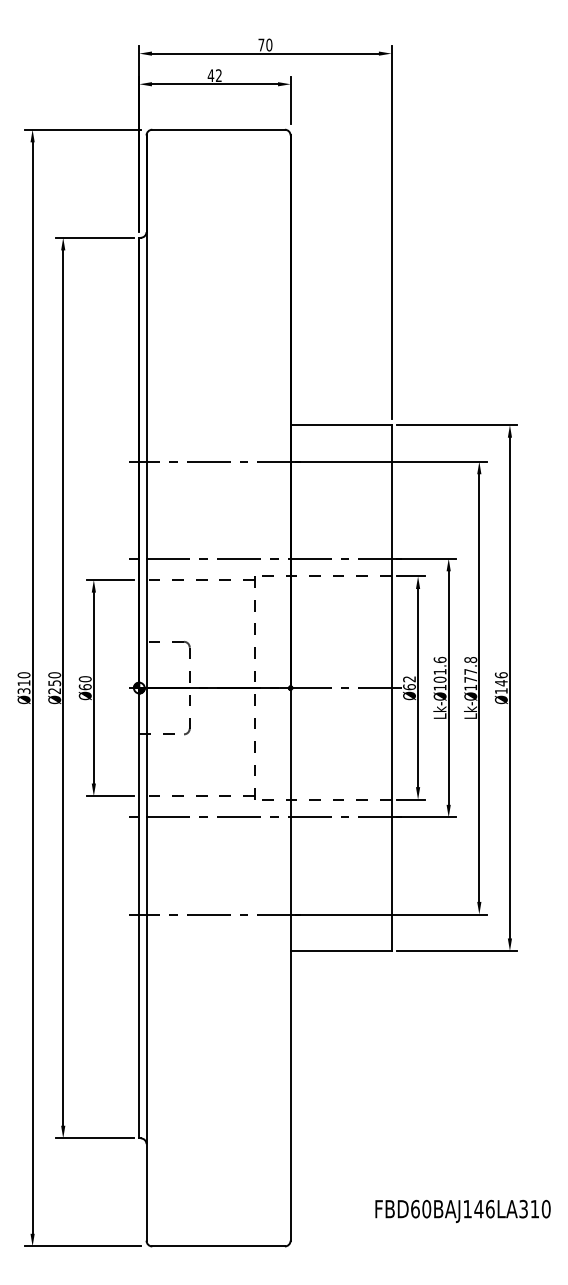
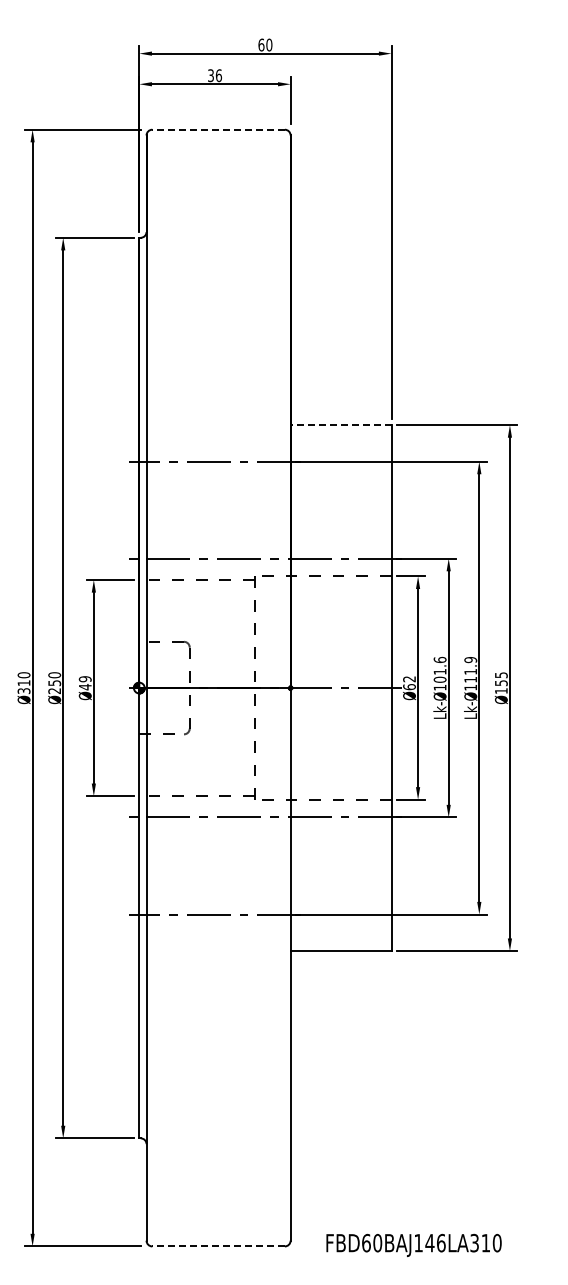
text at (261, 44): 70 -> 60
text at (214, 75): 42 -> 36
line at (218, 129): solid -> dashed
line at (340, 425): solid -> dashed
text at (470, 669): Lk-Ø177.8 -> Lk-Ø111.9
text at (500, 679): Ø146 -> Ø155
text at (84, 683): Ø60 -> Ø49
text at (462, 1210) position: (462, 1210) -> (413, 1244)
line at (218, 1246): solid -> dashed
